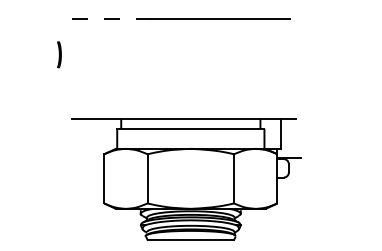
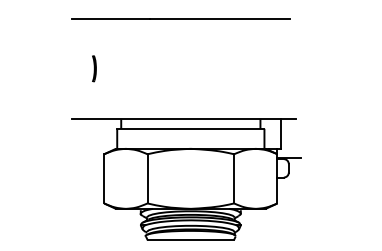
line at (110, 18): dashed -> solid
line at (59, 54) position: (59, 54) -> (94, 68)
